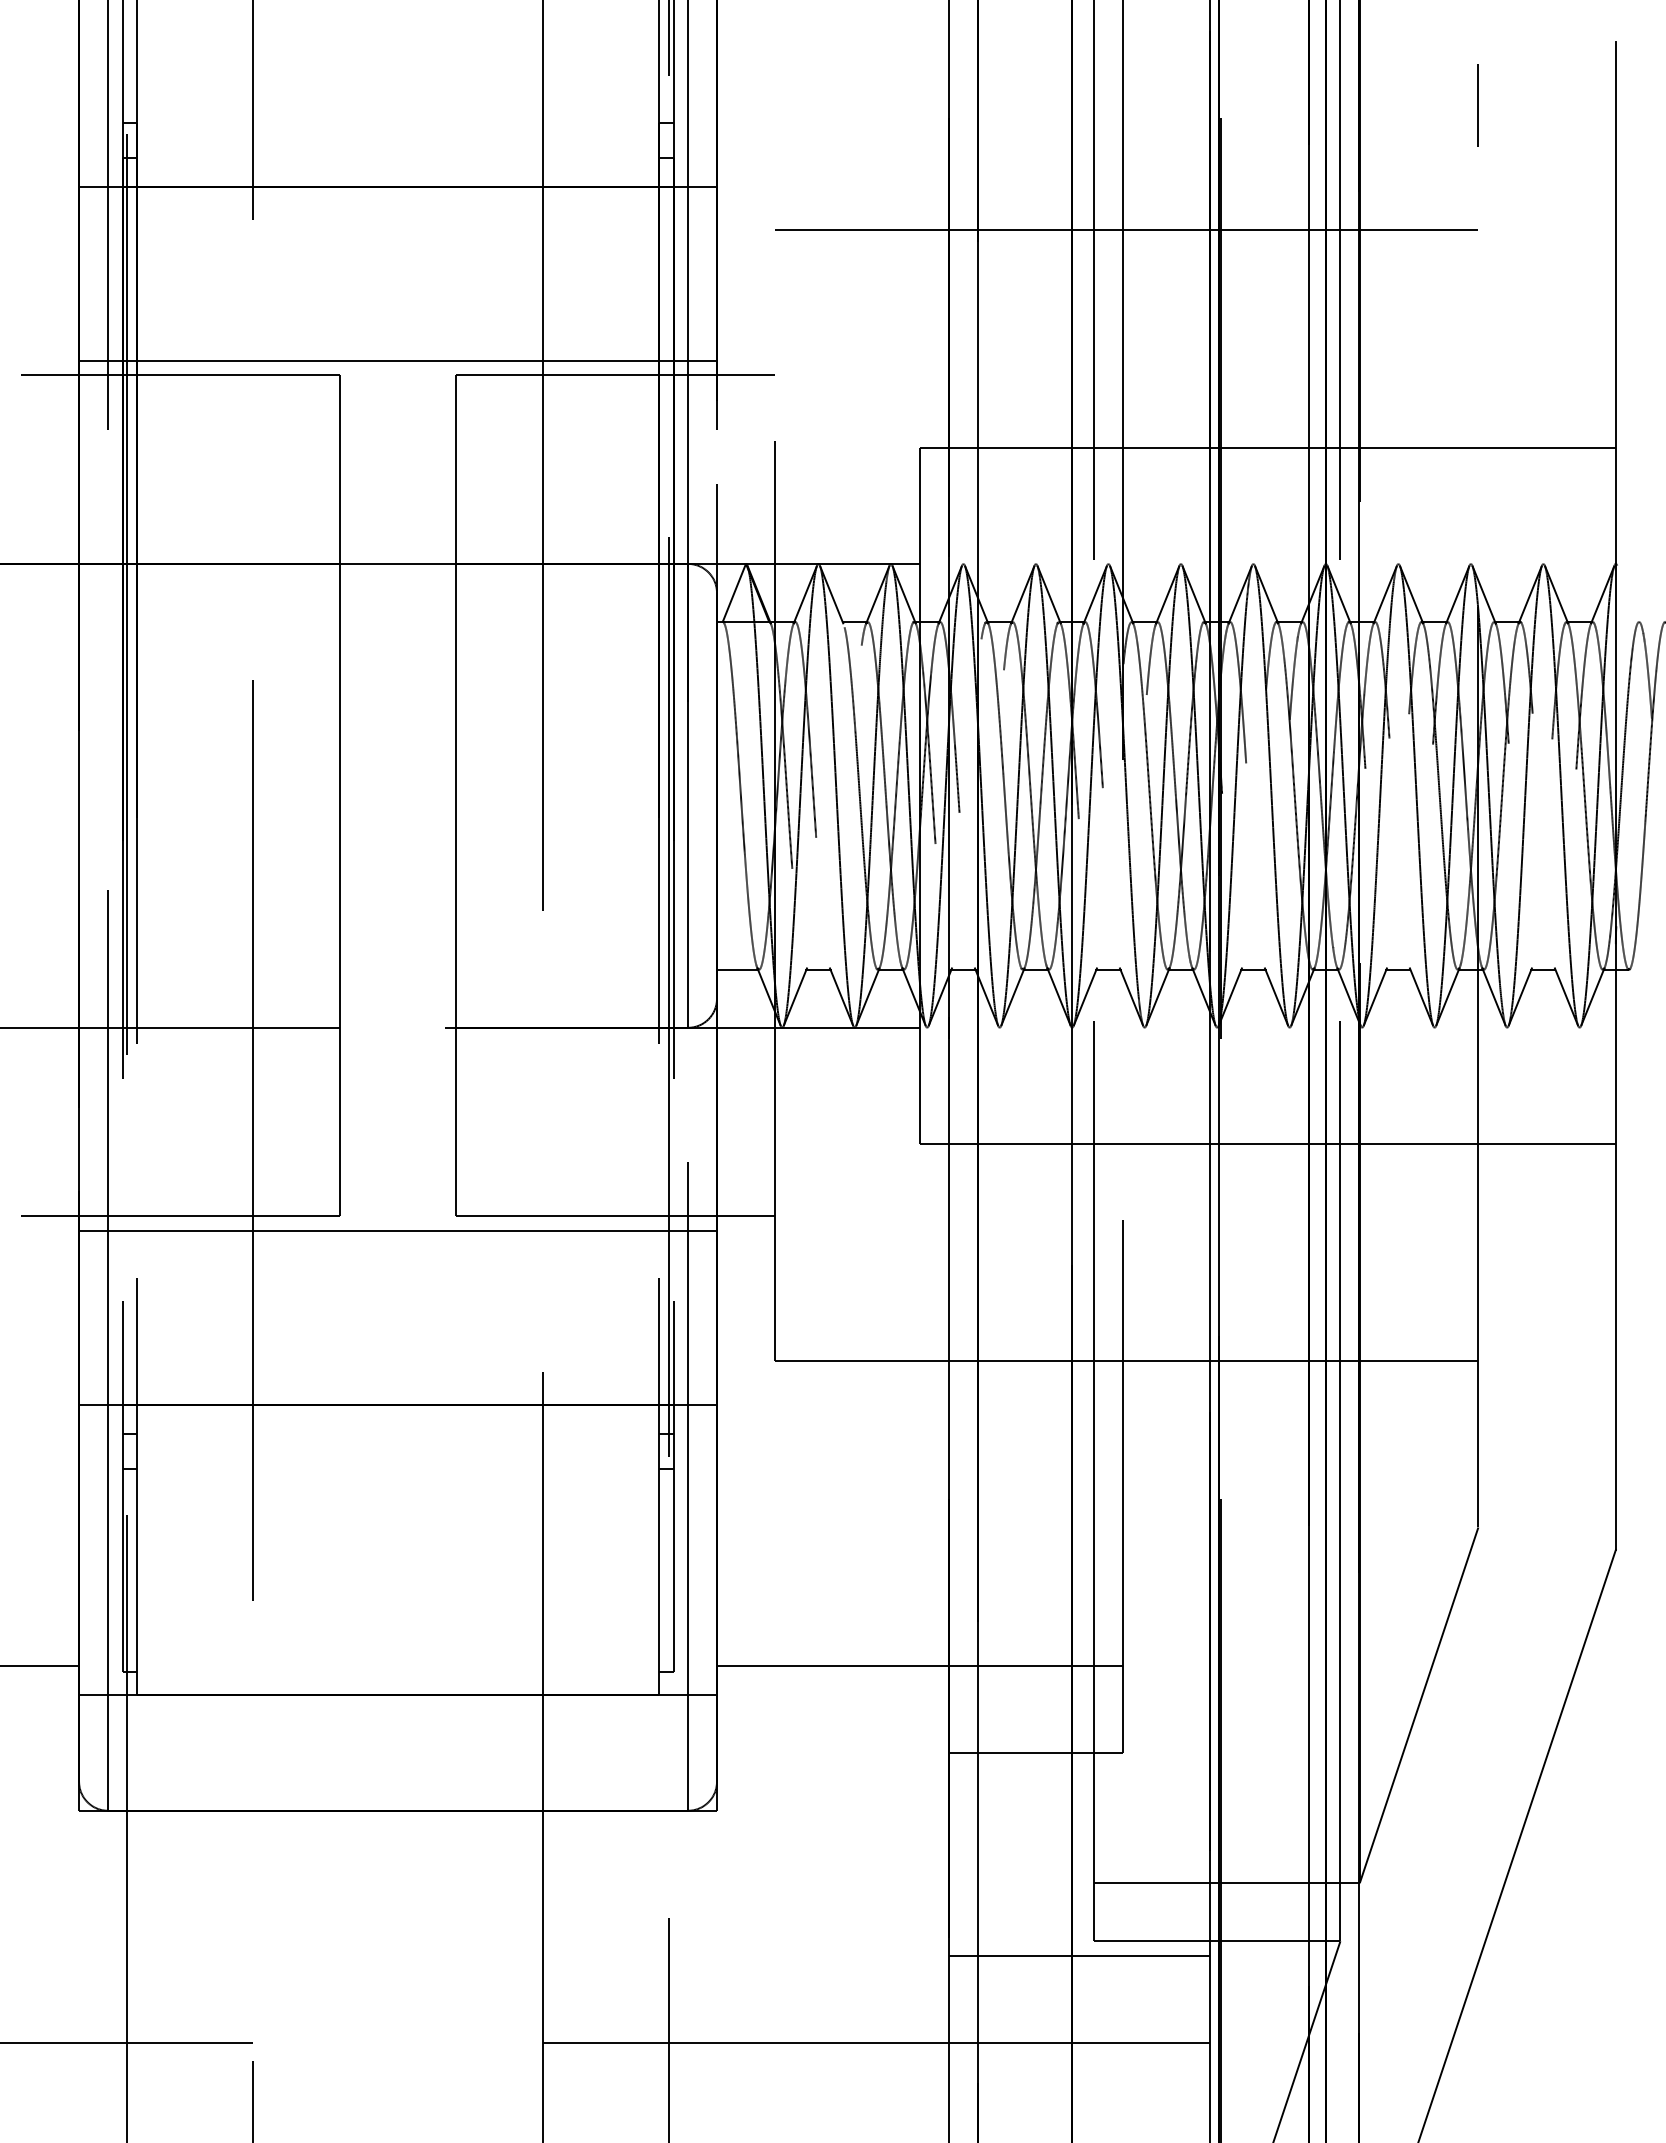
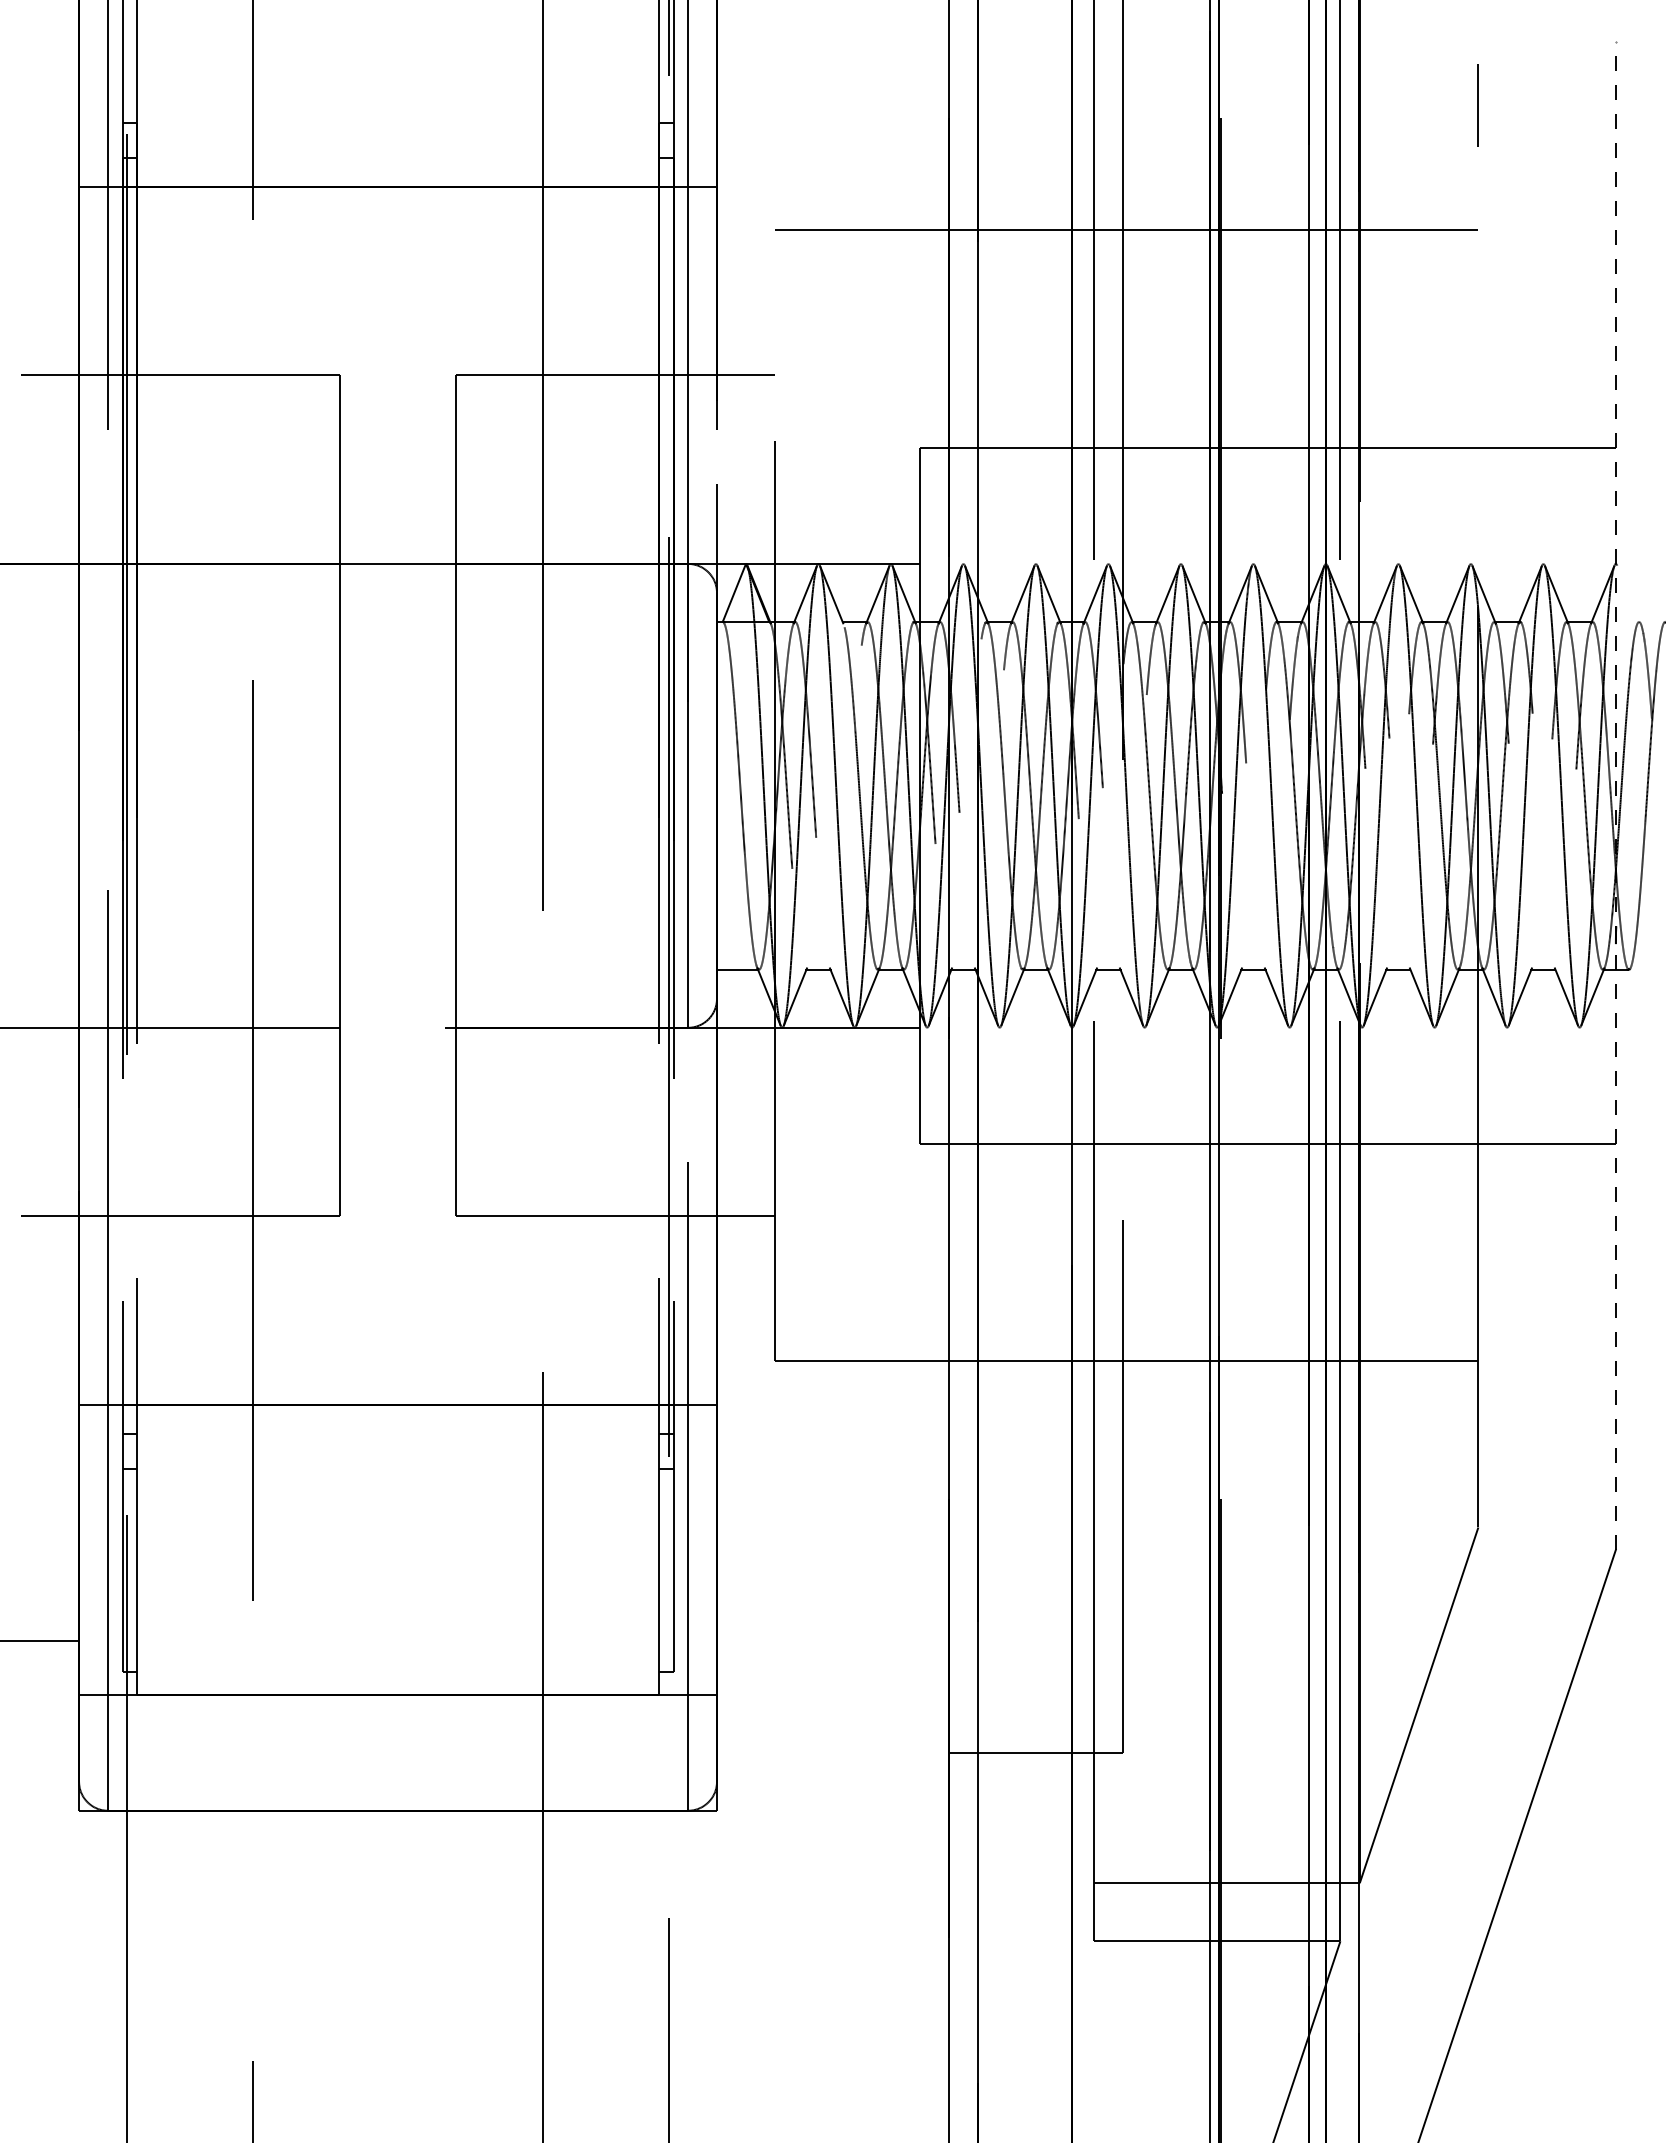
line at (398, 360): present -> none
line at (1615, 795): solid -> dashed
line at (398, 1230): present -> none
line at (40, 1665) position: (40, 1665) -> (40, 1640)
line at (919, 1665): present -> none
line at (1078, 1955): present -> none
line at (127, 2042): present -> none
line at (876, 2042): present -> none
